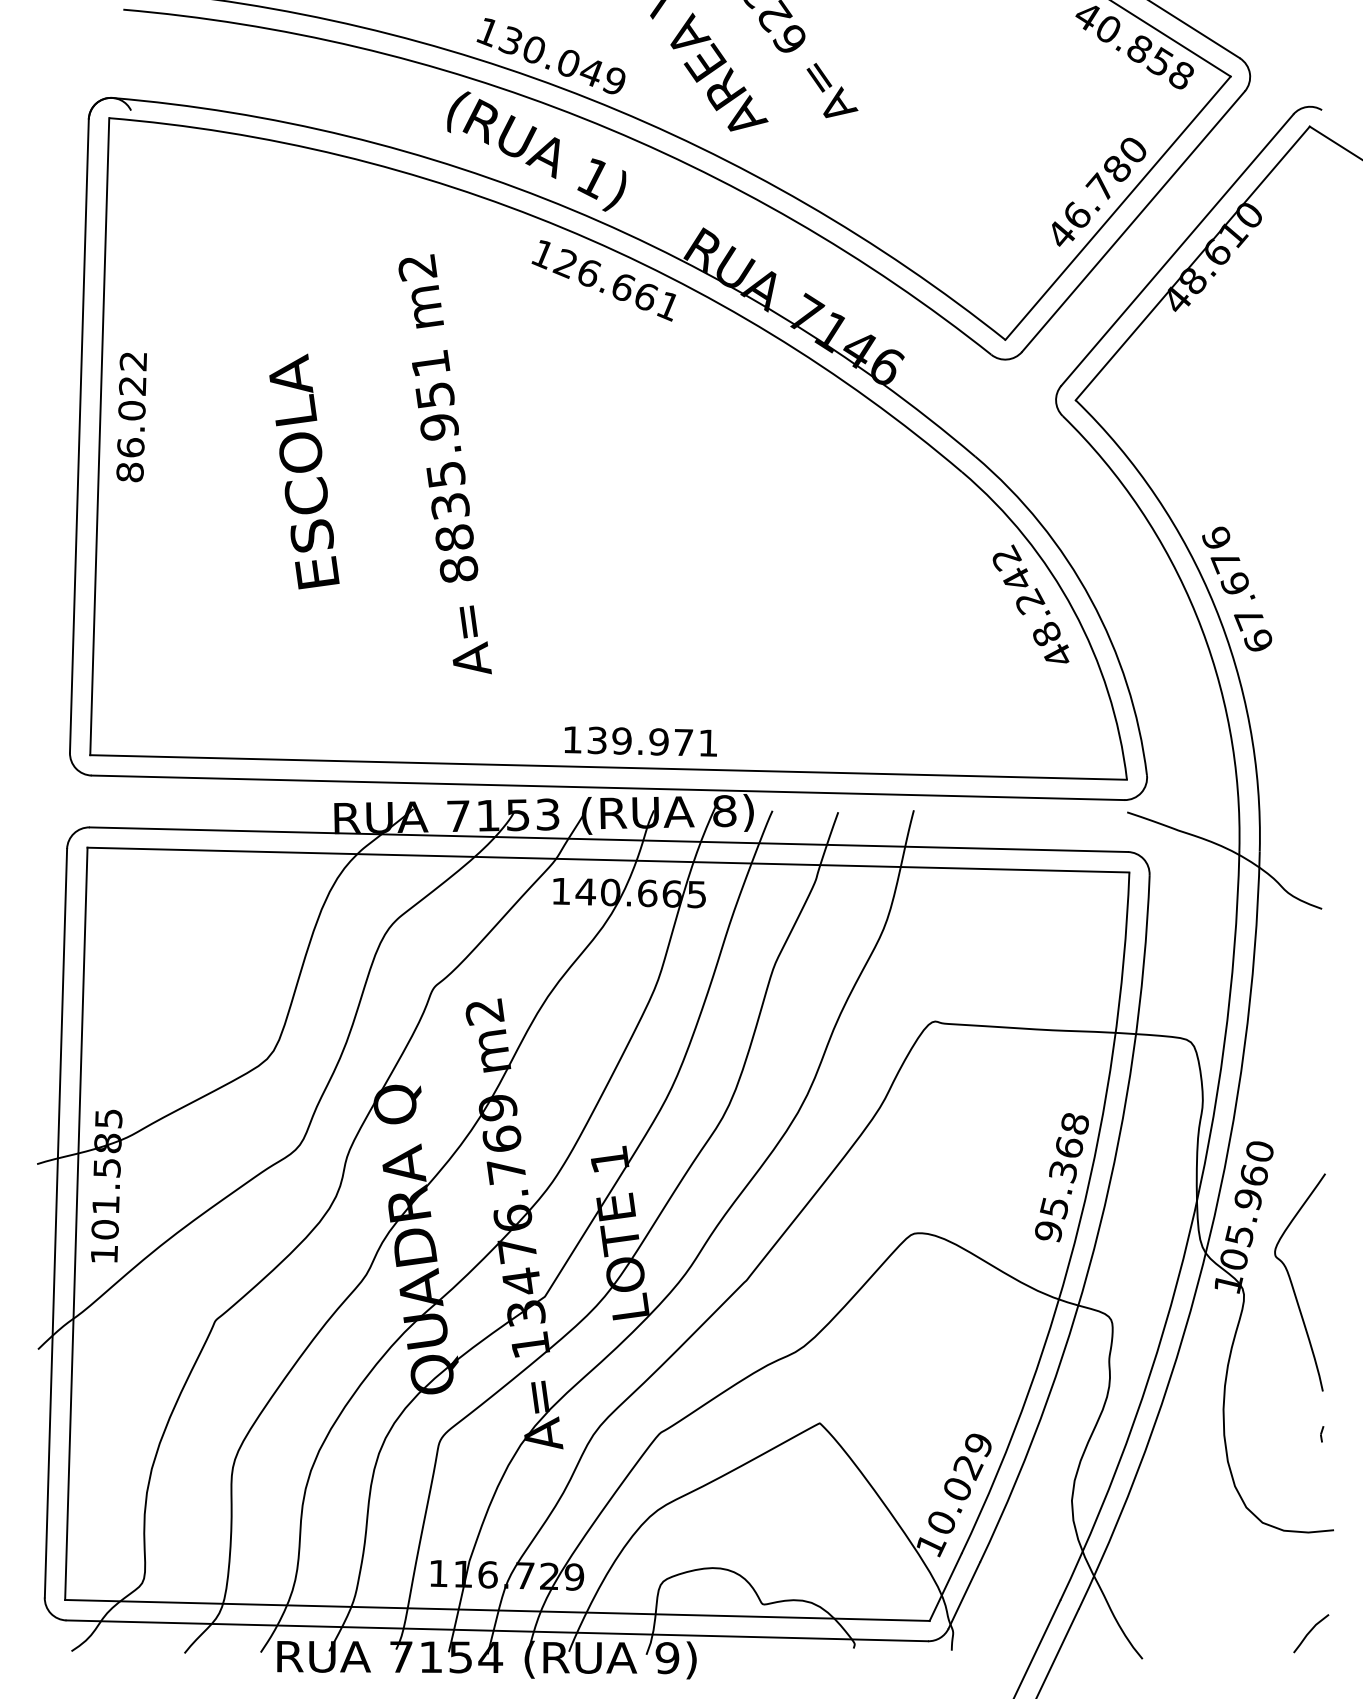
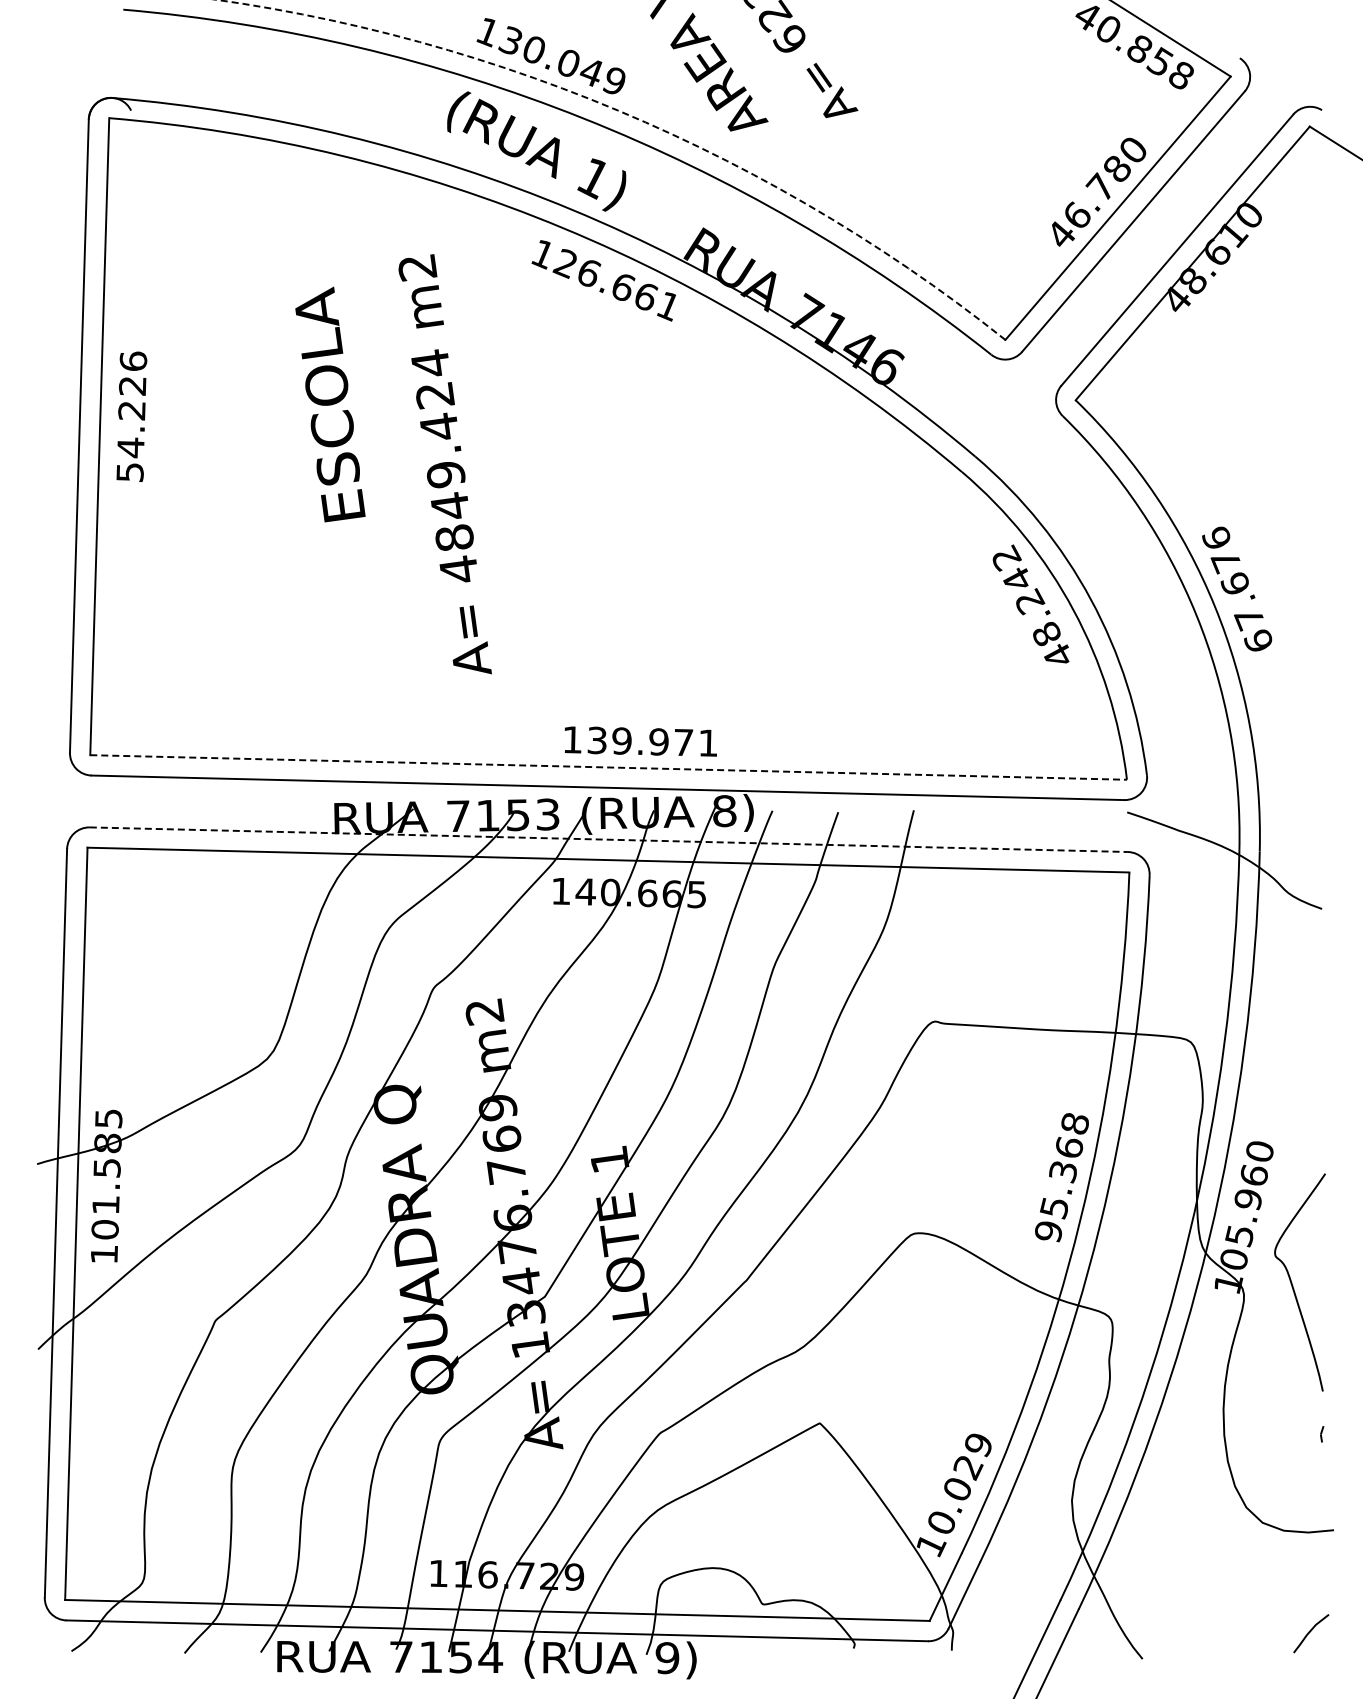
line at (1195, 30): present -> none
arc at (634, 117): solid -> dashed
text at (131, 416): 86.022 -> 54.226
text at (444, 465): 8835.951 -> 4849.424
text at (304, 471) position: (304, 471) -> (330, 404)
line at (609, 767): solid -> dashed
line at (609, 839): solid -> dashed
